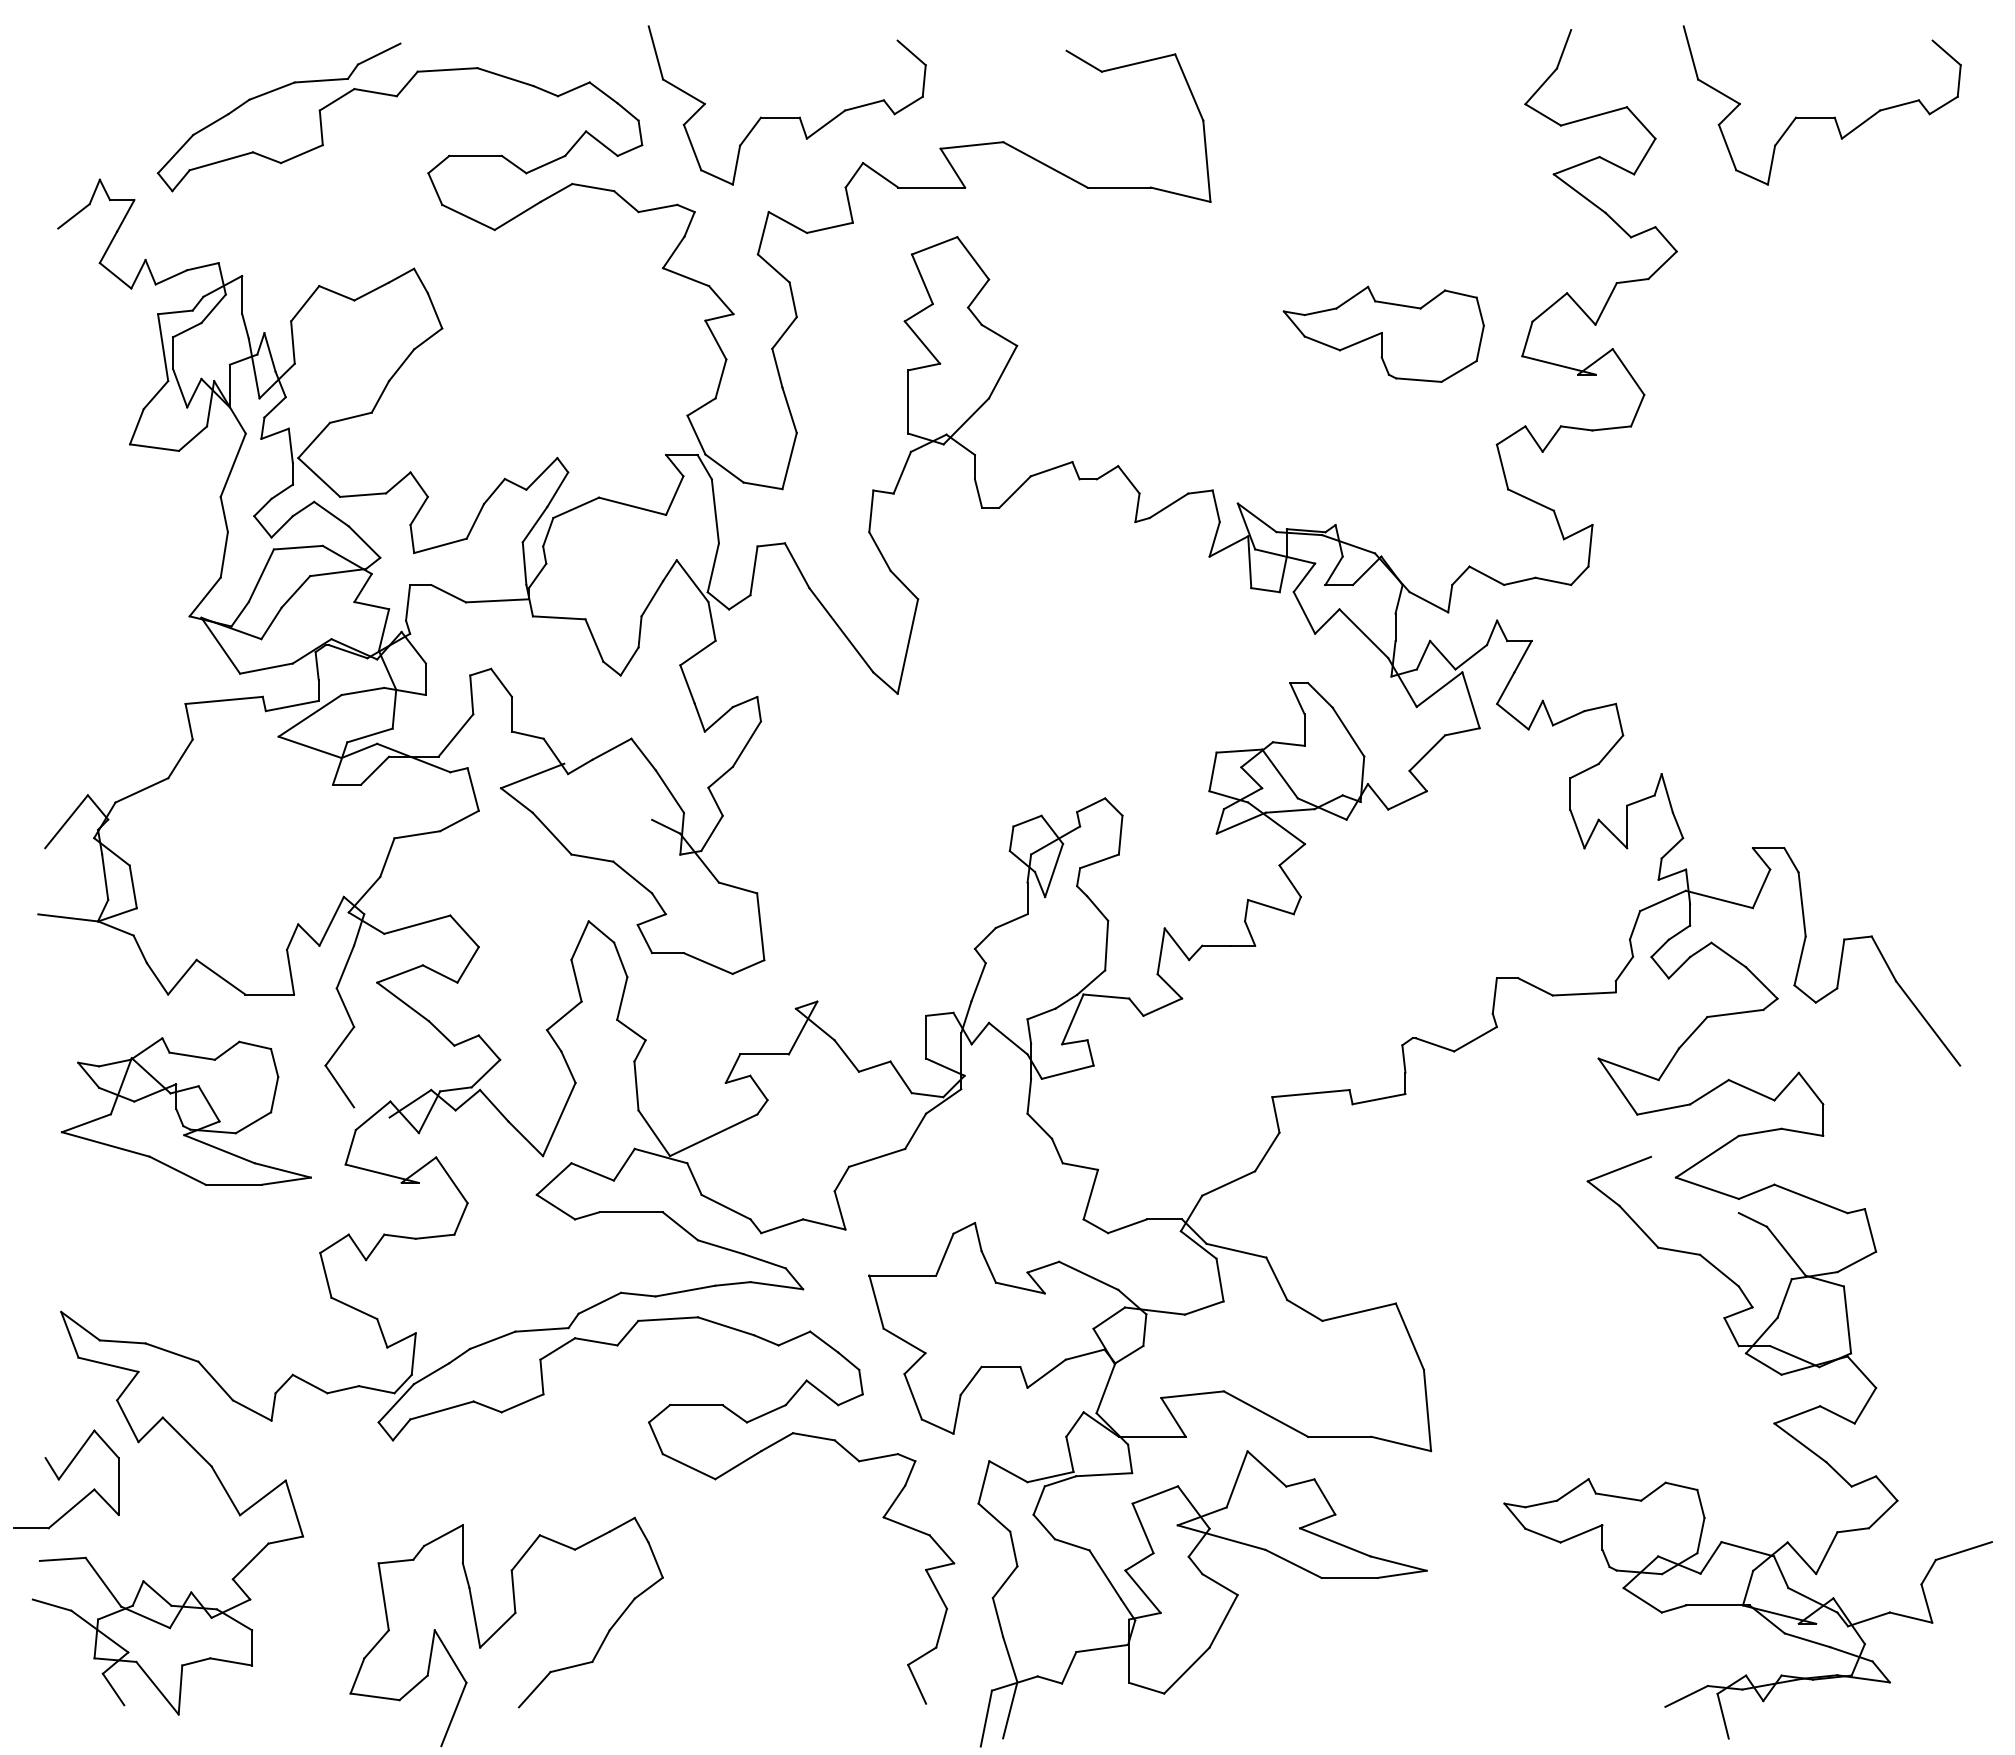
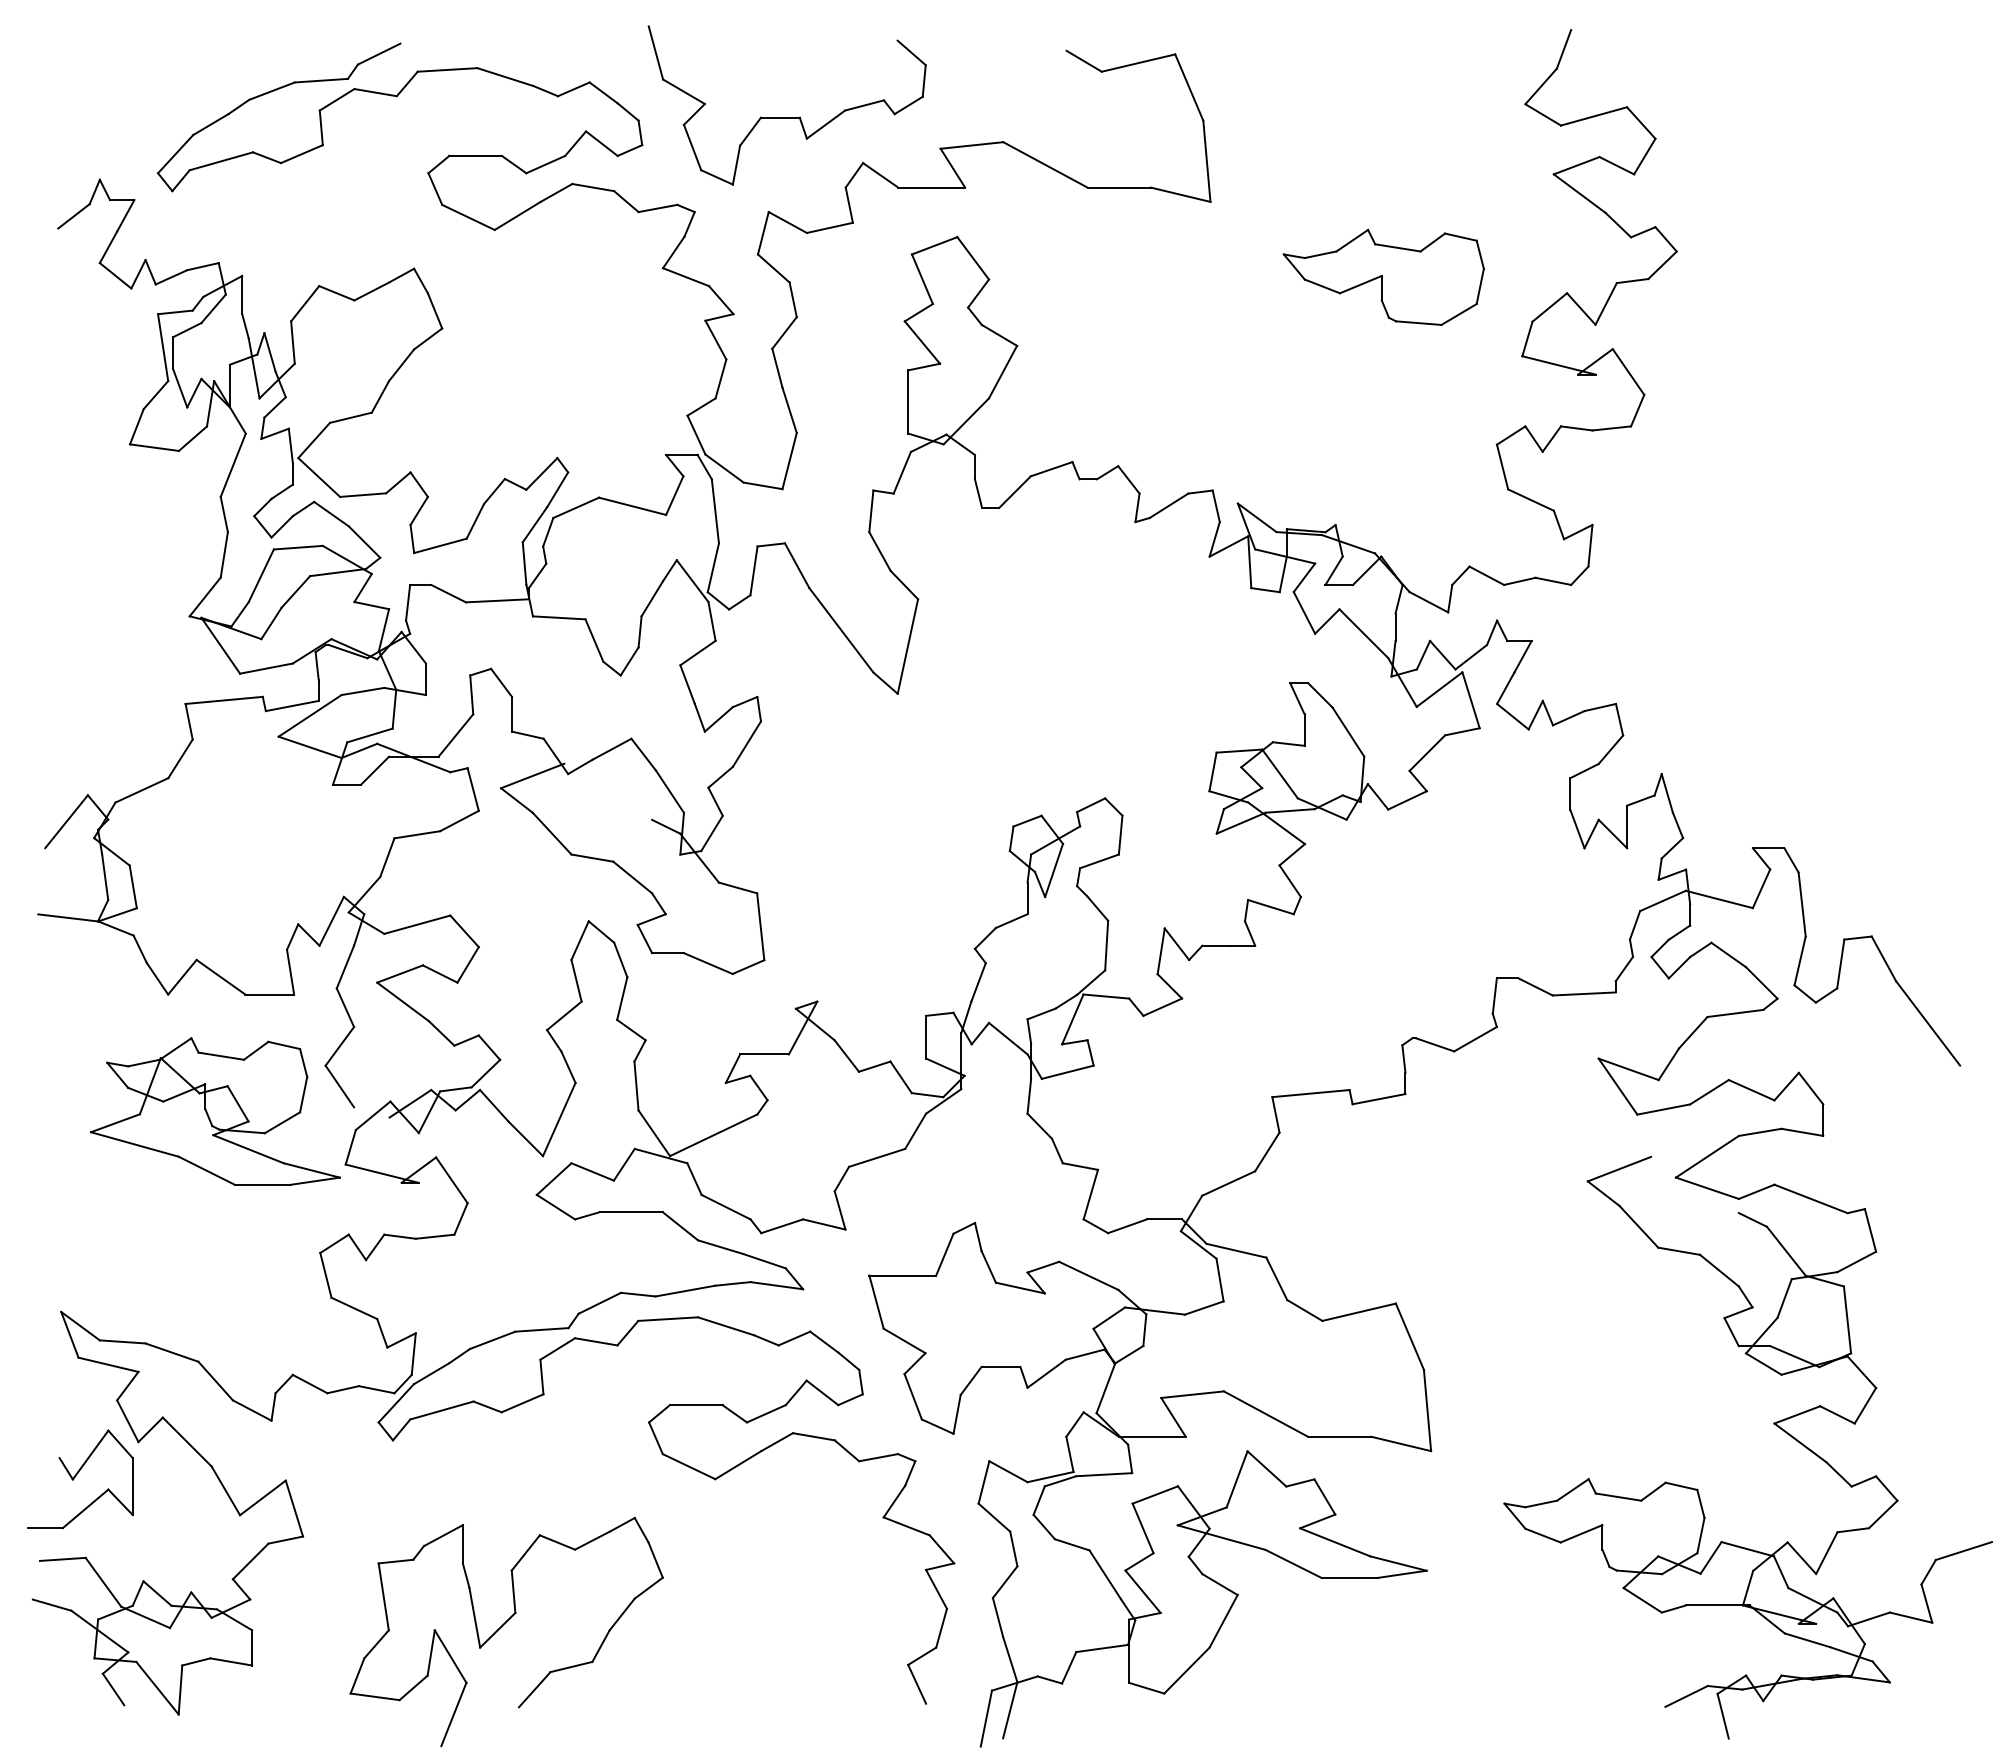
part at (1821, 117): present -> none
part at (1383, 333) position: (1383, 333) -> (1383, 276)
part at (186, 1111) position: (186, 1111) -> (215, 1111)
part at (66, 1479) position: (66, 1479) -> (80, 1479)
